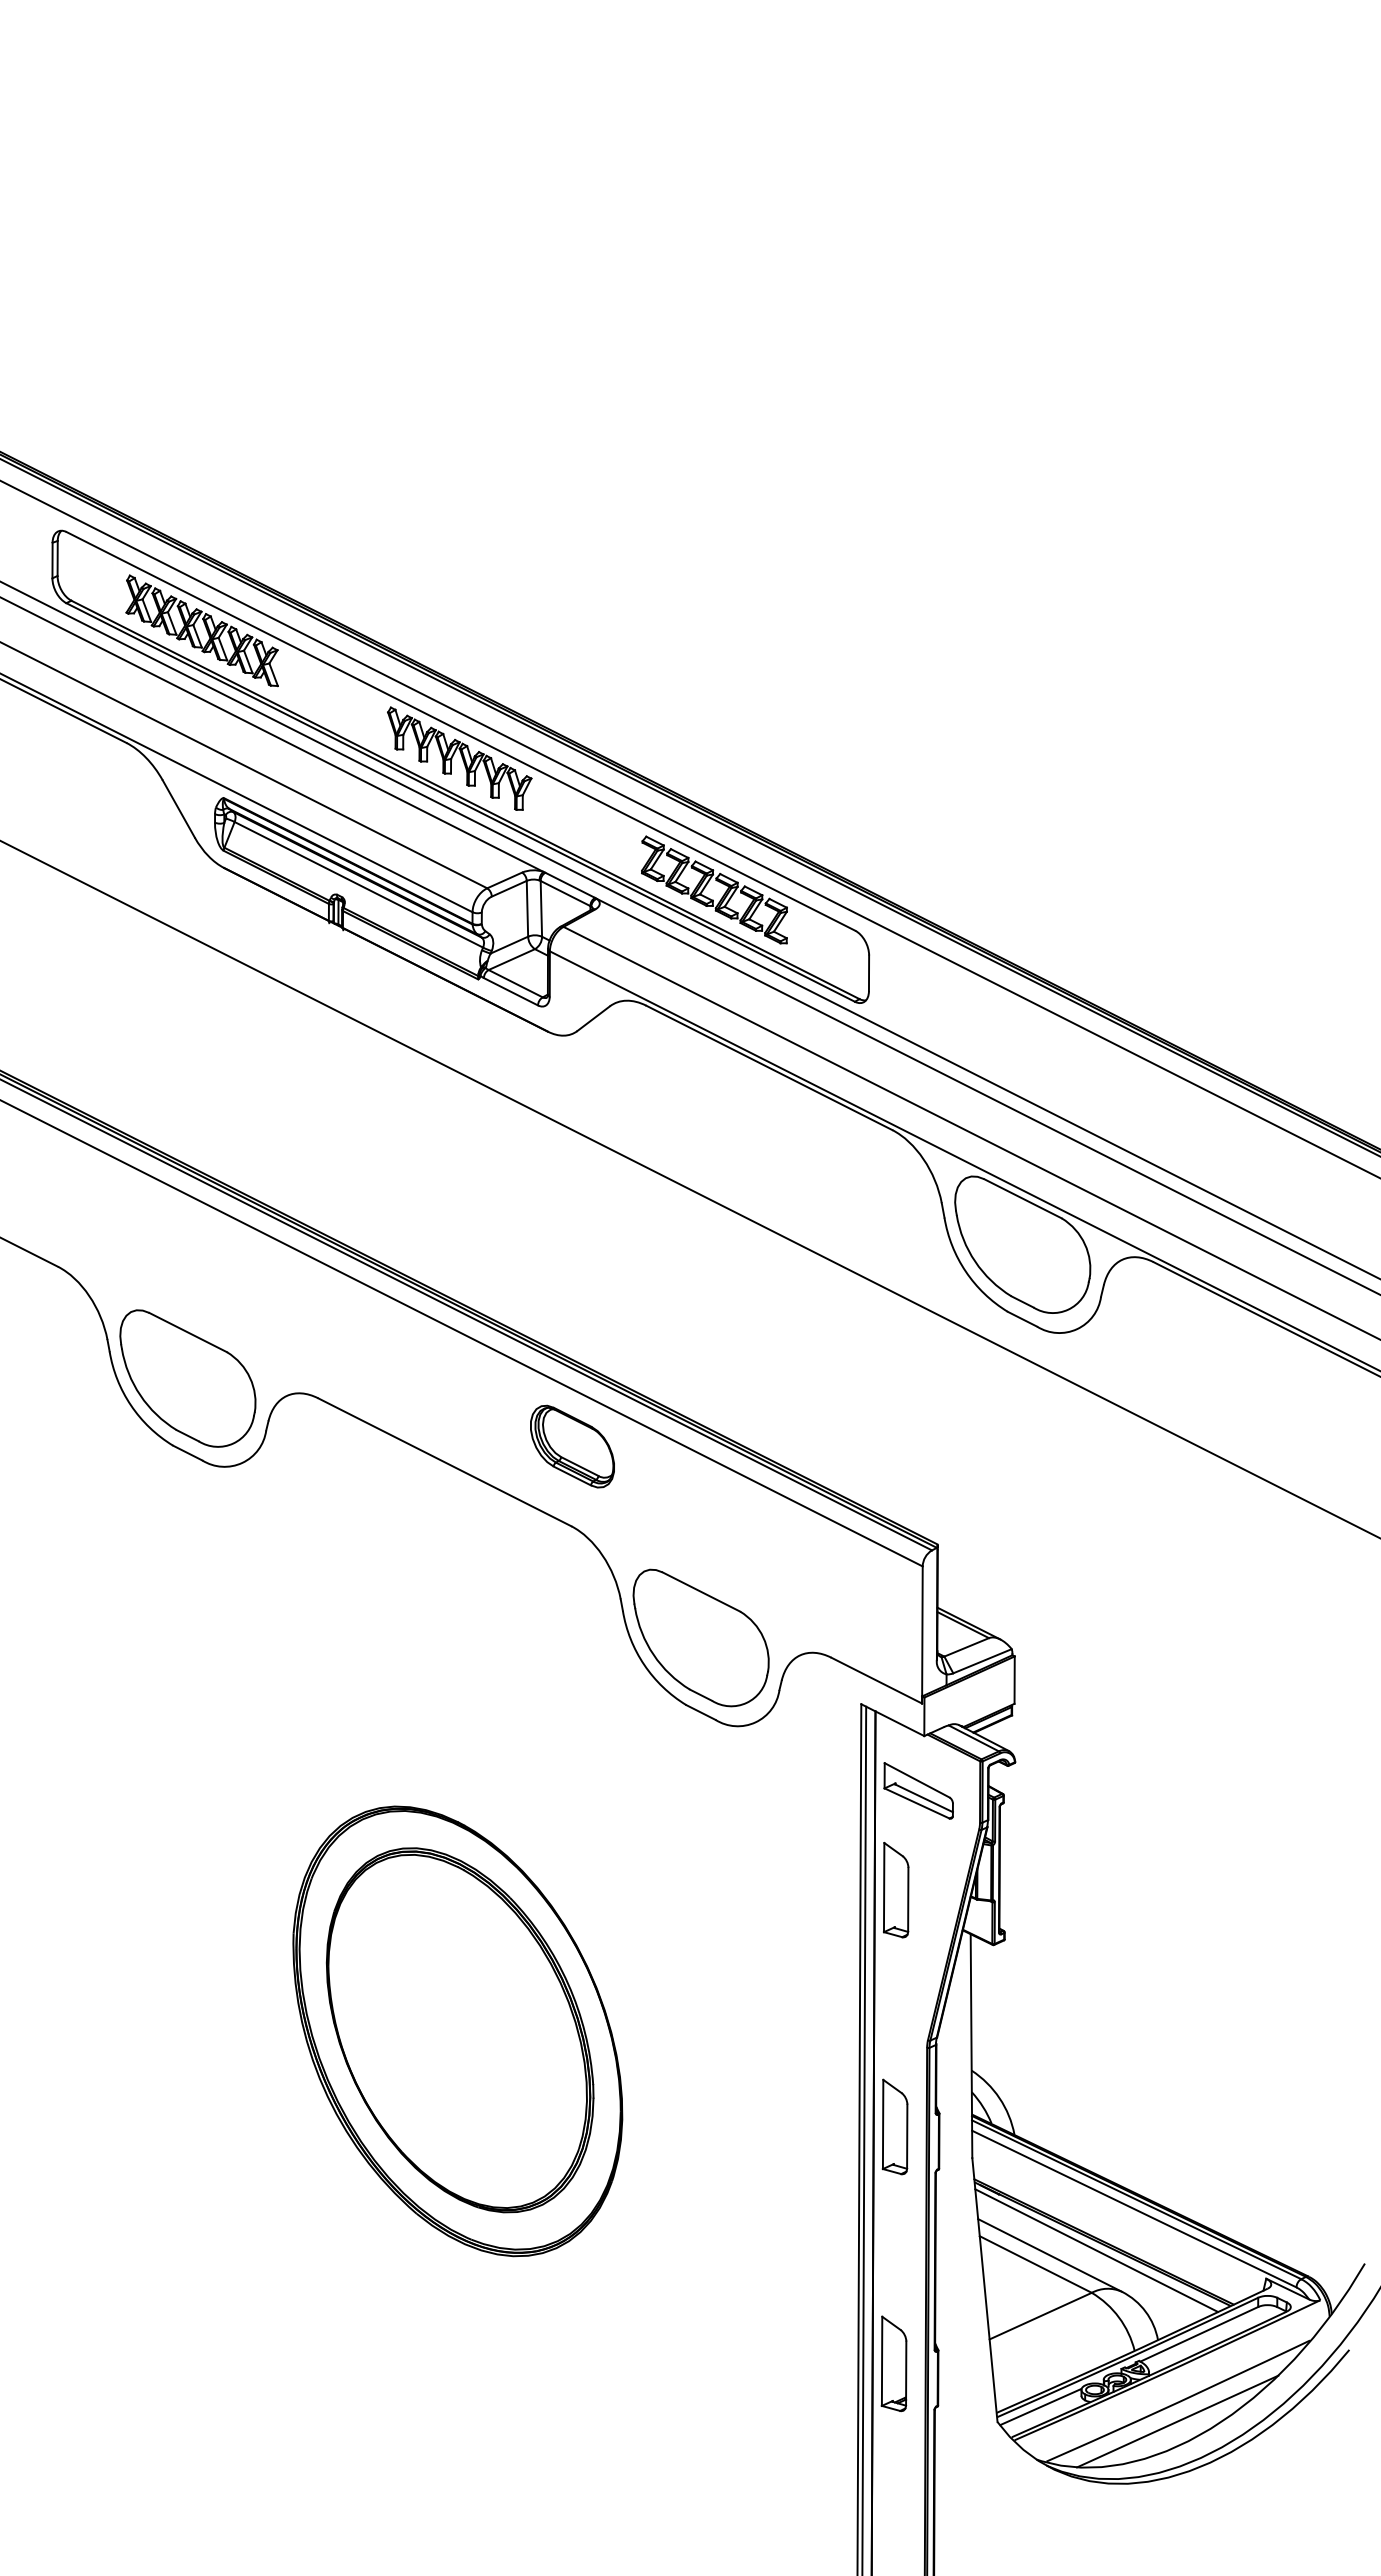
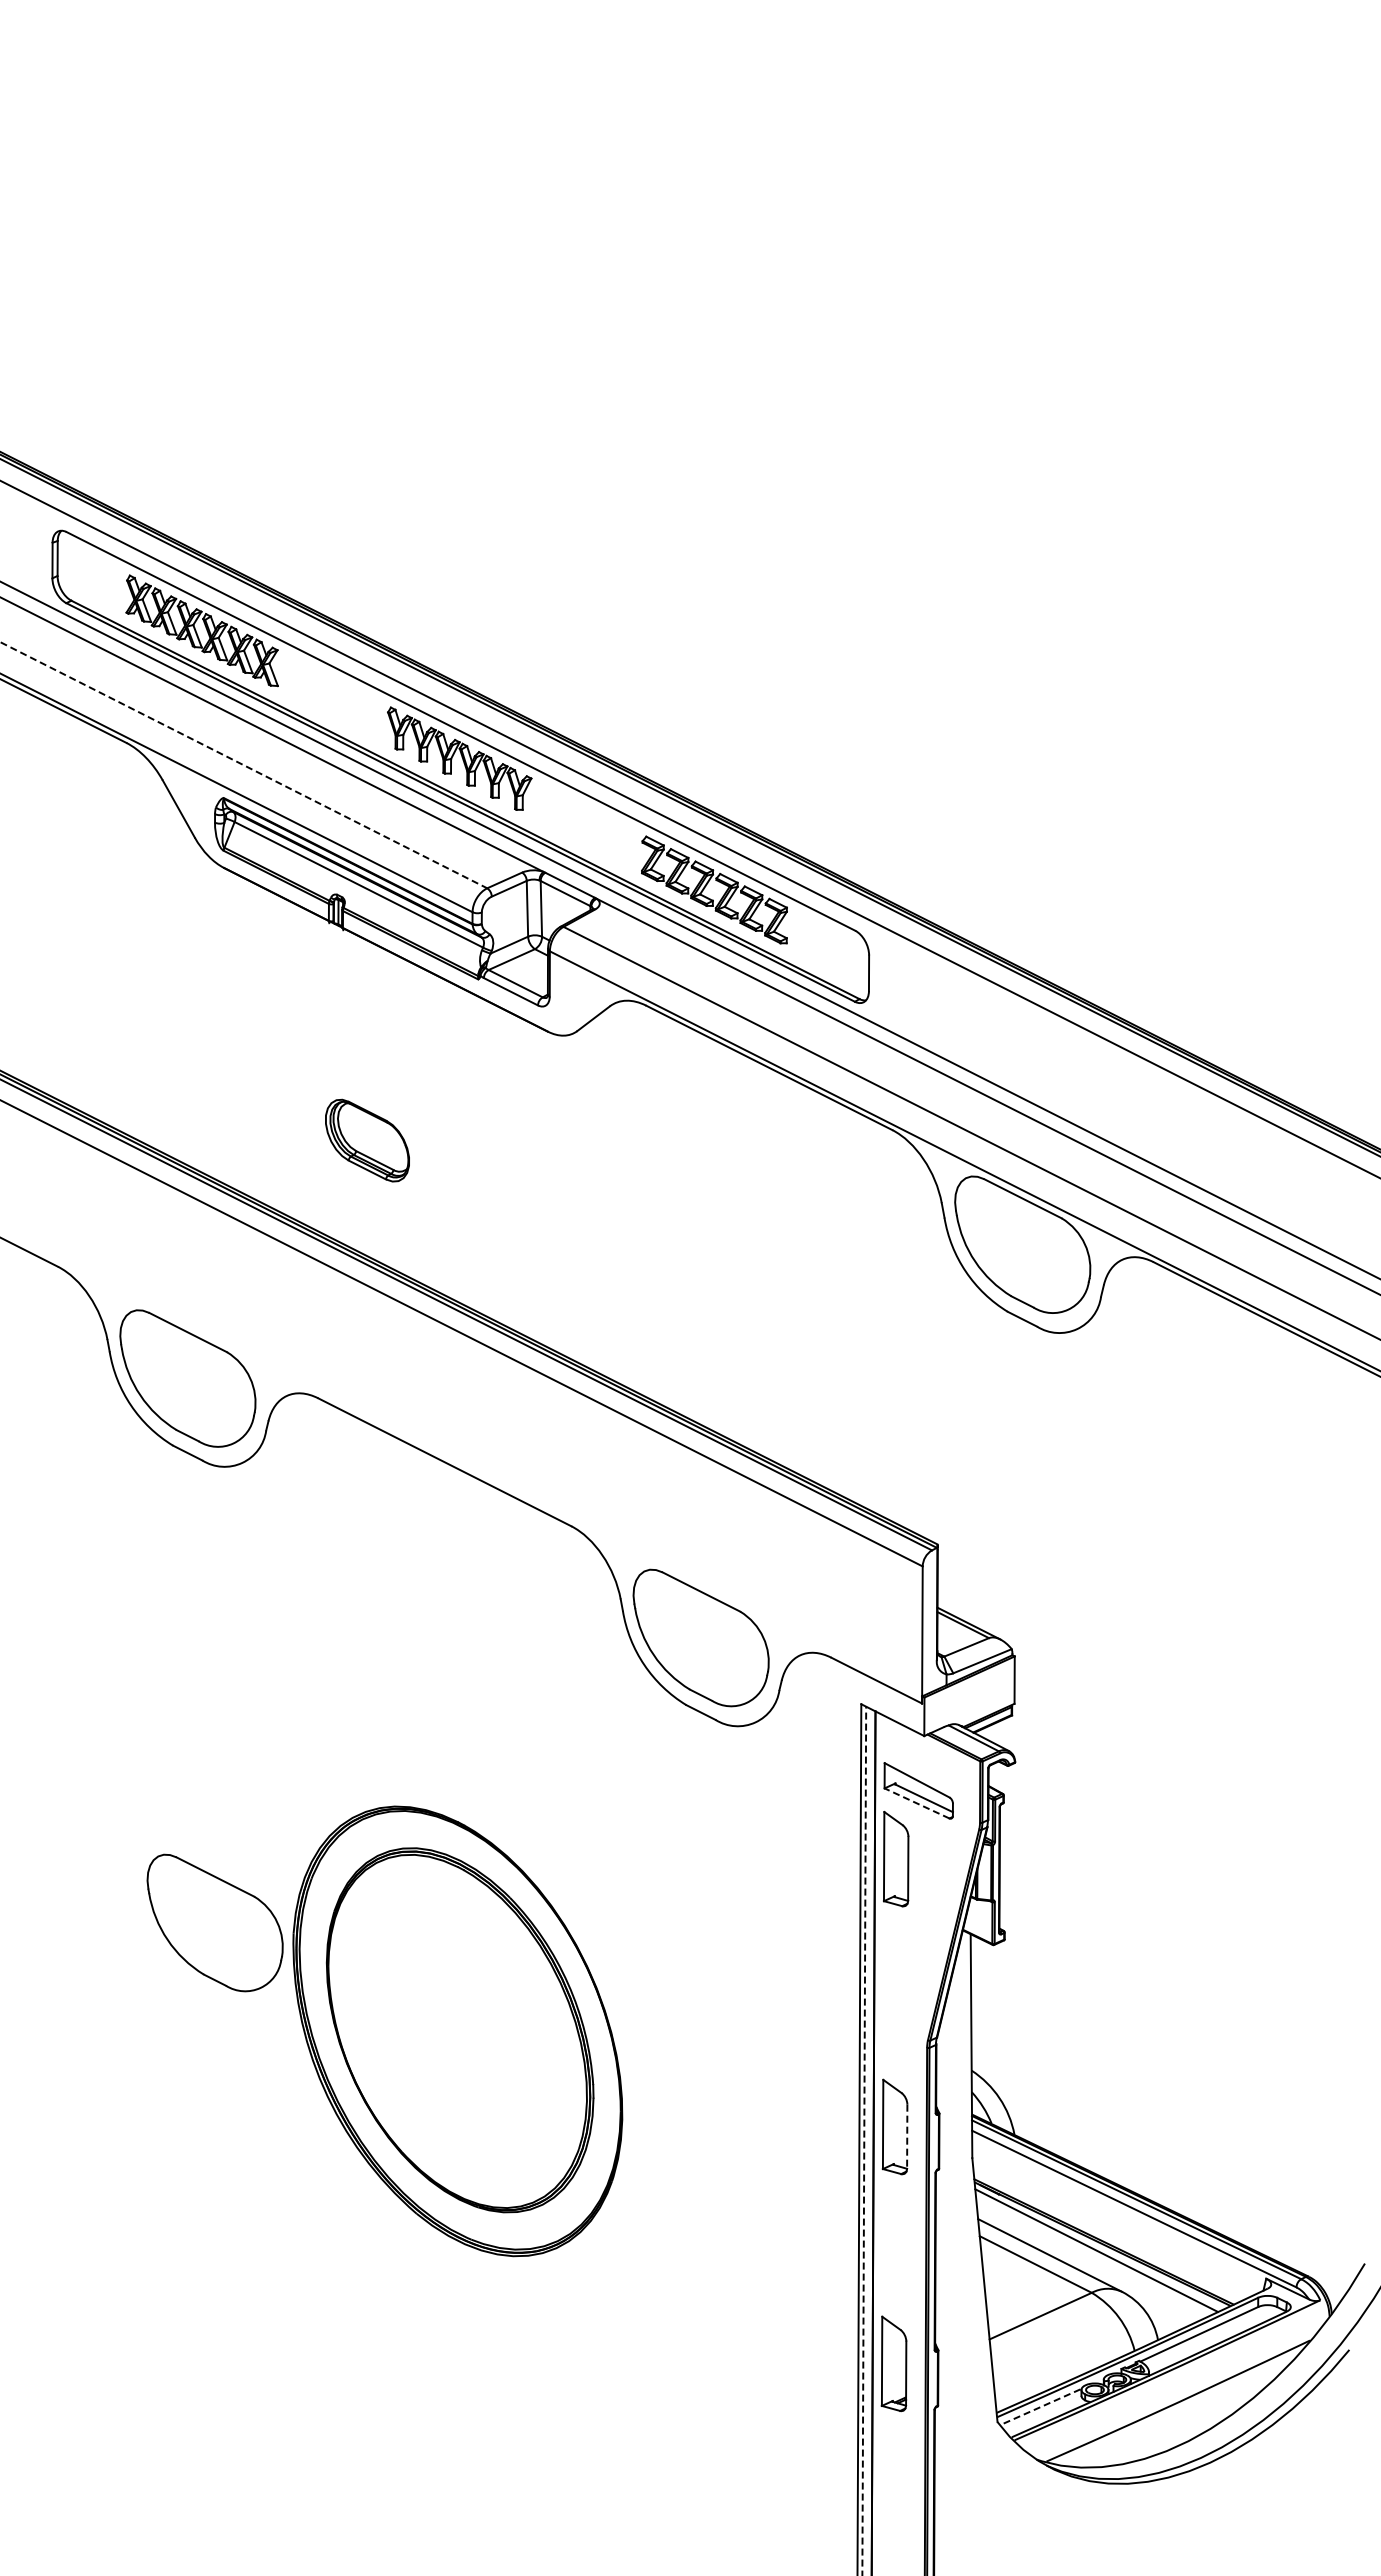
line at (243, 765): solid -> dashed
line at (689, 1188): present -> none
part at (572, 1446) position: (572, 1446) -> (367, 1140)
line at (917, 1803): solid -> dashed
part at (896, 1890) position: (896, 1890) -> (896, 1859)
part at (214, 1922): none -> present
line at (907, 2136): solid -> dashed
line at (864, 2140): solid -> dashed
line at (1040, 2407): solid -> dashed
line at (1177, 2421): present -> none
